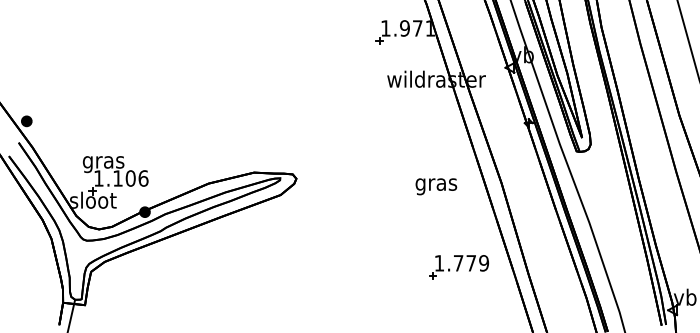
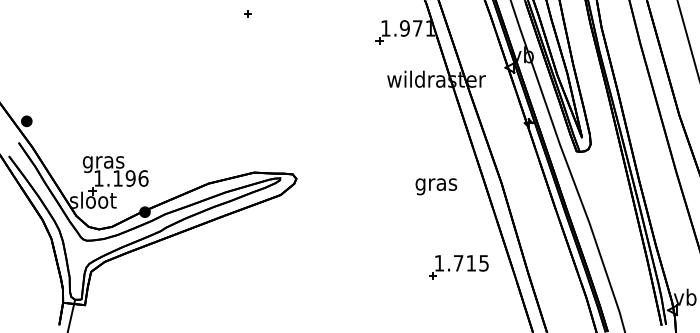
part at (247, 13): none -> present
text at (130, 178): 1.106 -> 1.196
text at (477, 263): 1.779 -> 1.715
